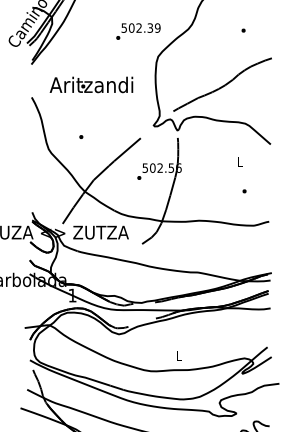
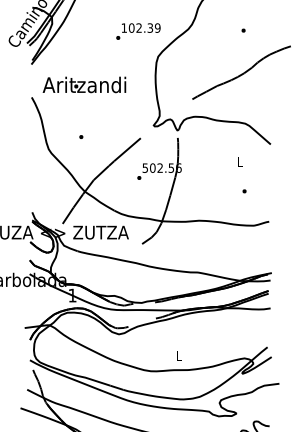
text at (123, 27): 502.39 -> 102.39
text at (91, 84) position: (91, 84) -> (84, 84)
curve at (222, 85) position: (222, 85) -> (241, 73)
